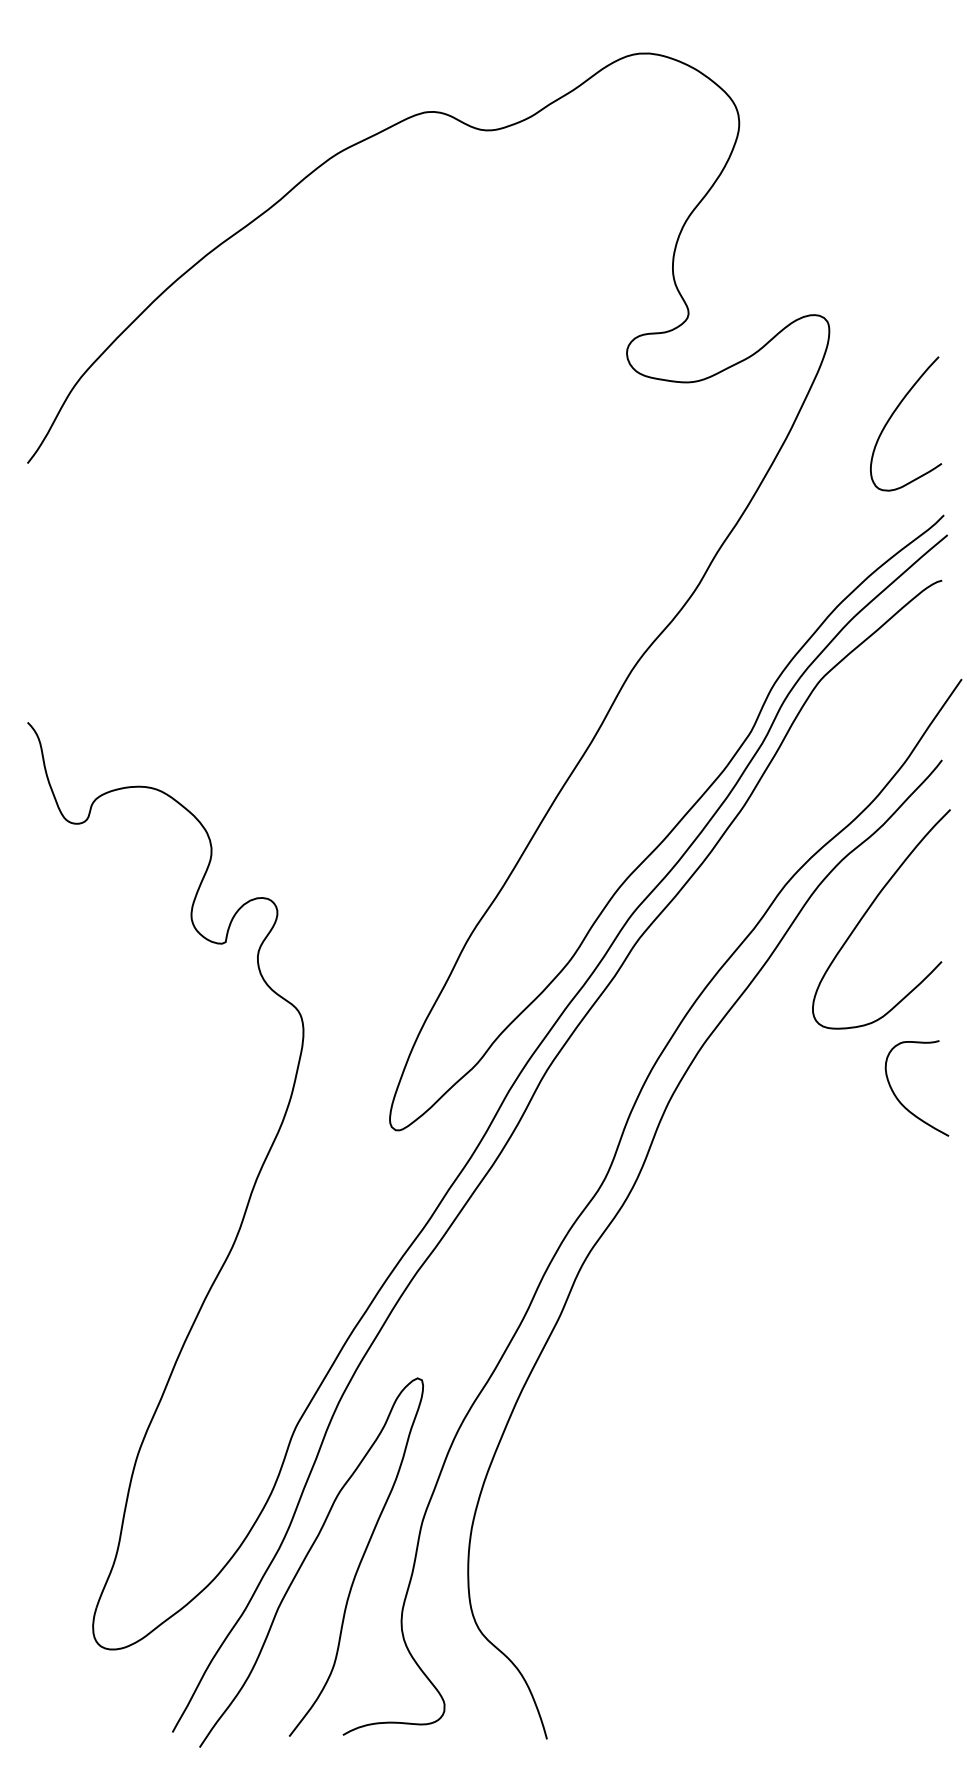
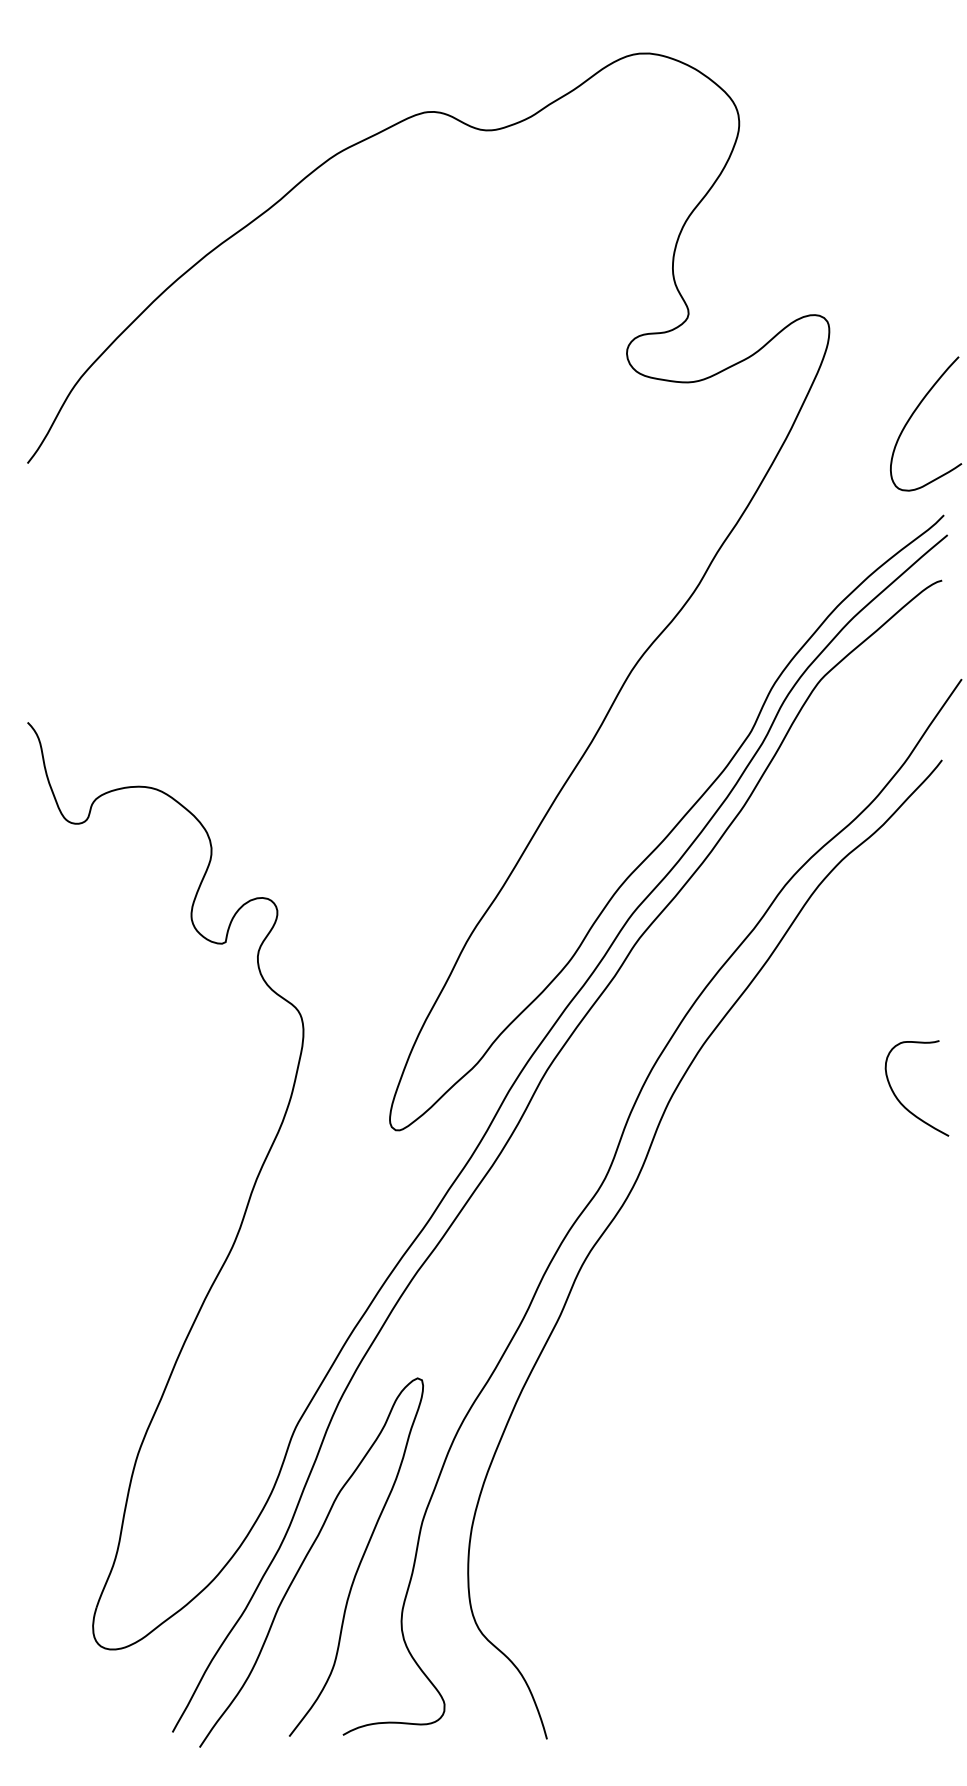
curve at (894, 413) position: (894, 413) -> (914, 413)
curve at (869, 909): present -> none
